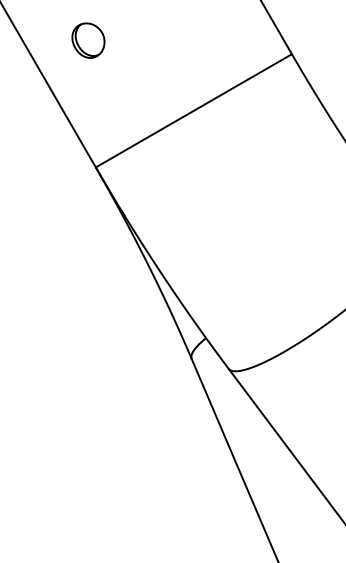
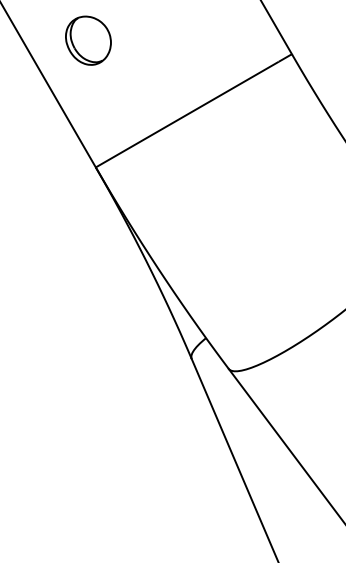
part at (88, 40) size: 35x37 px -> 47x51 px
